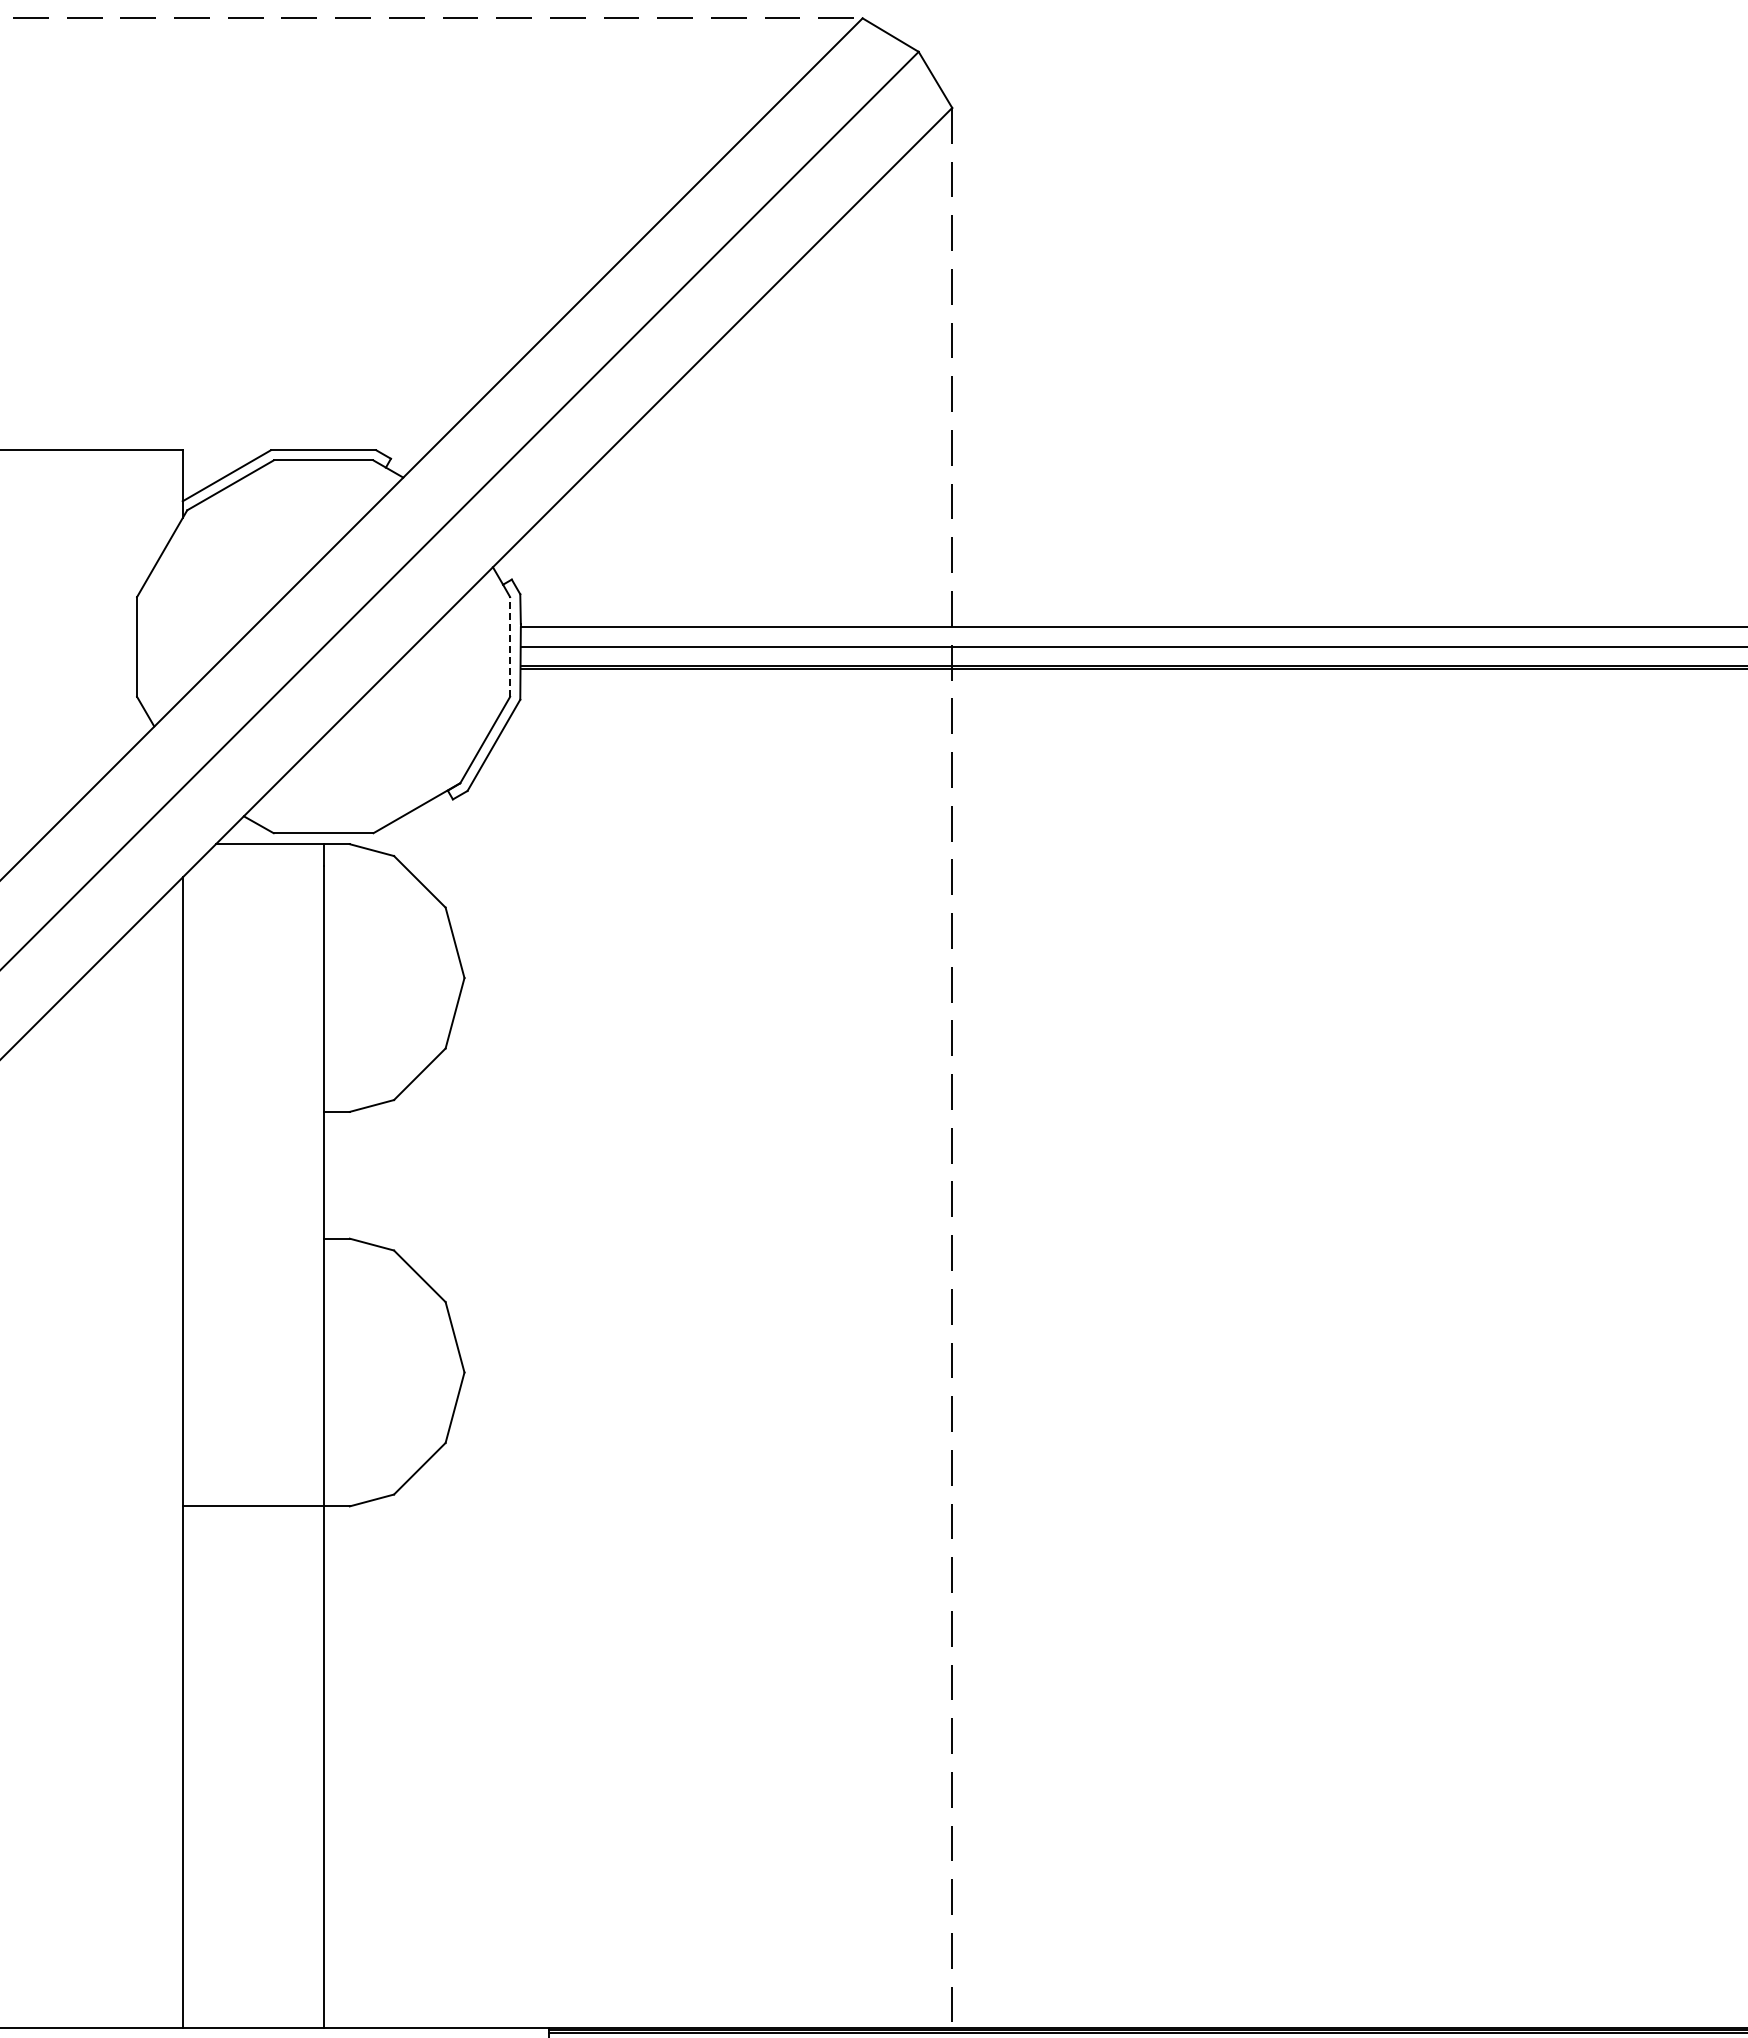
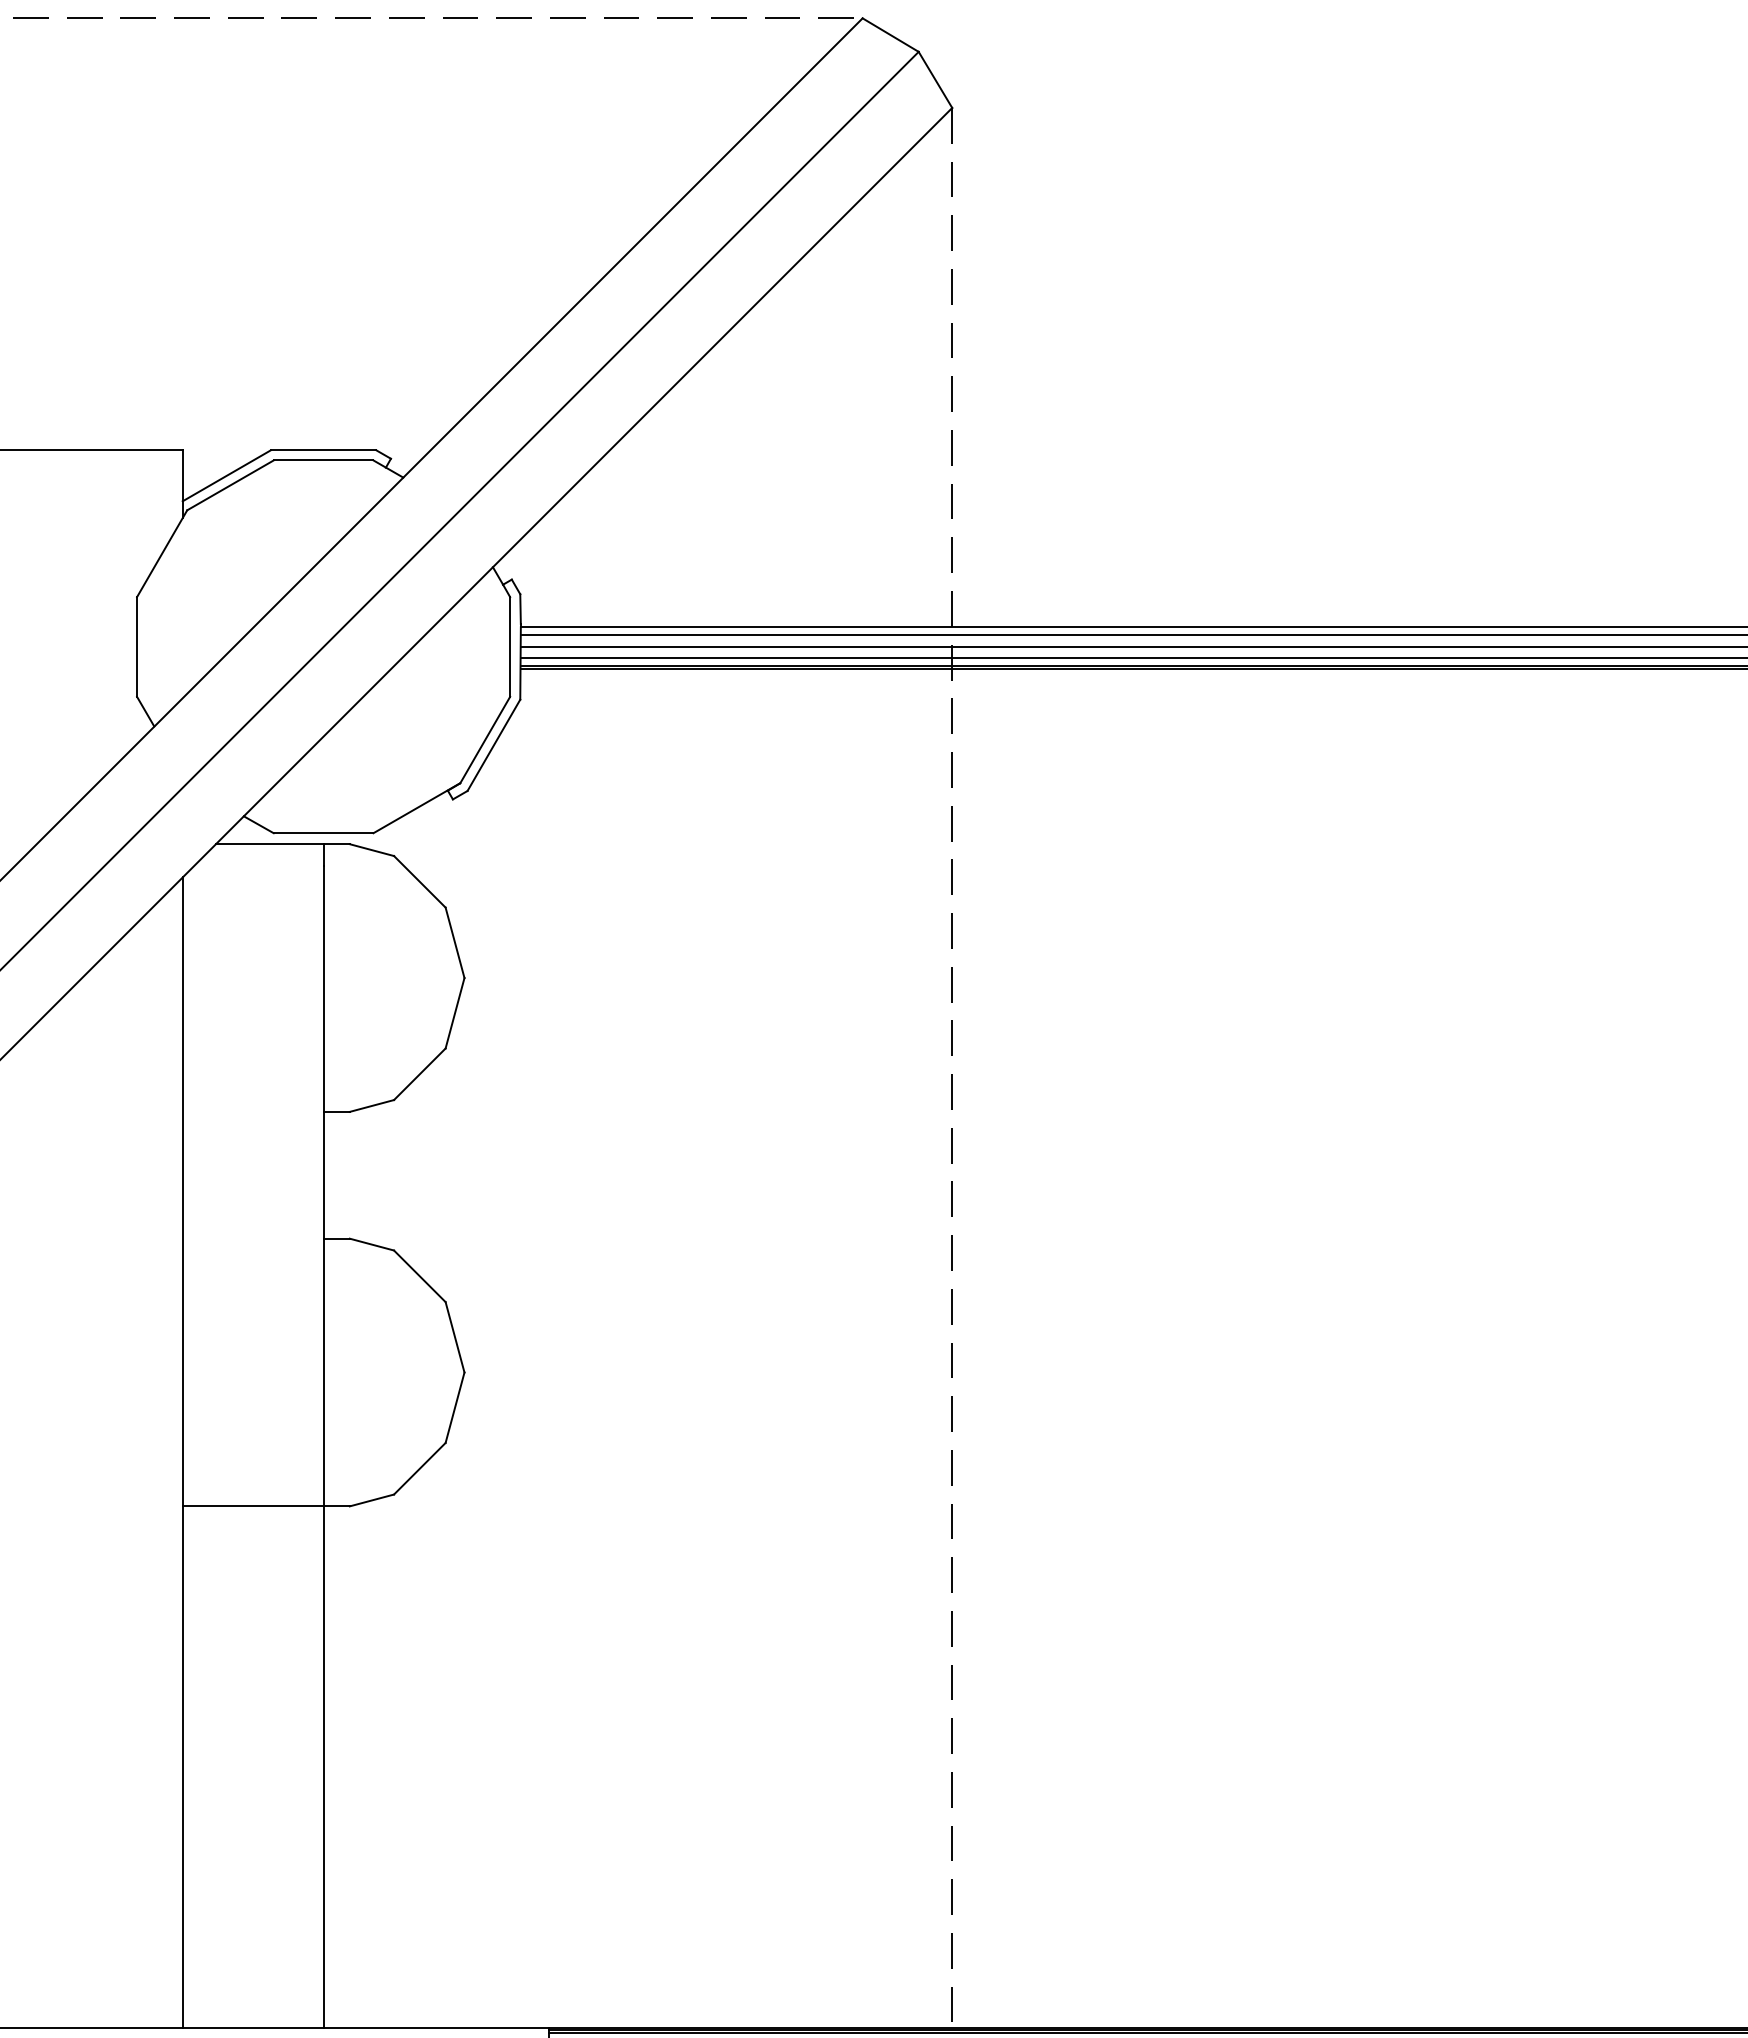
line at (1132, 635): none -> present
line at (510, 646): dashed -> solid
line at (1132, 657): none -> present
